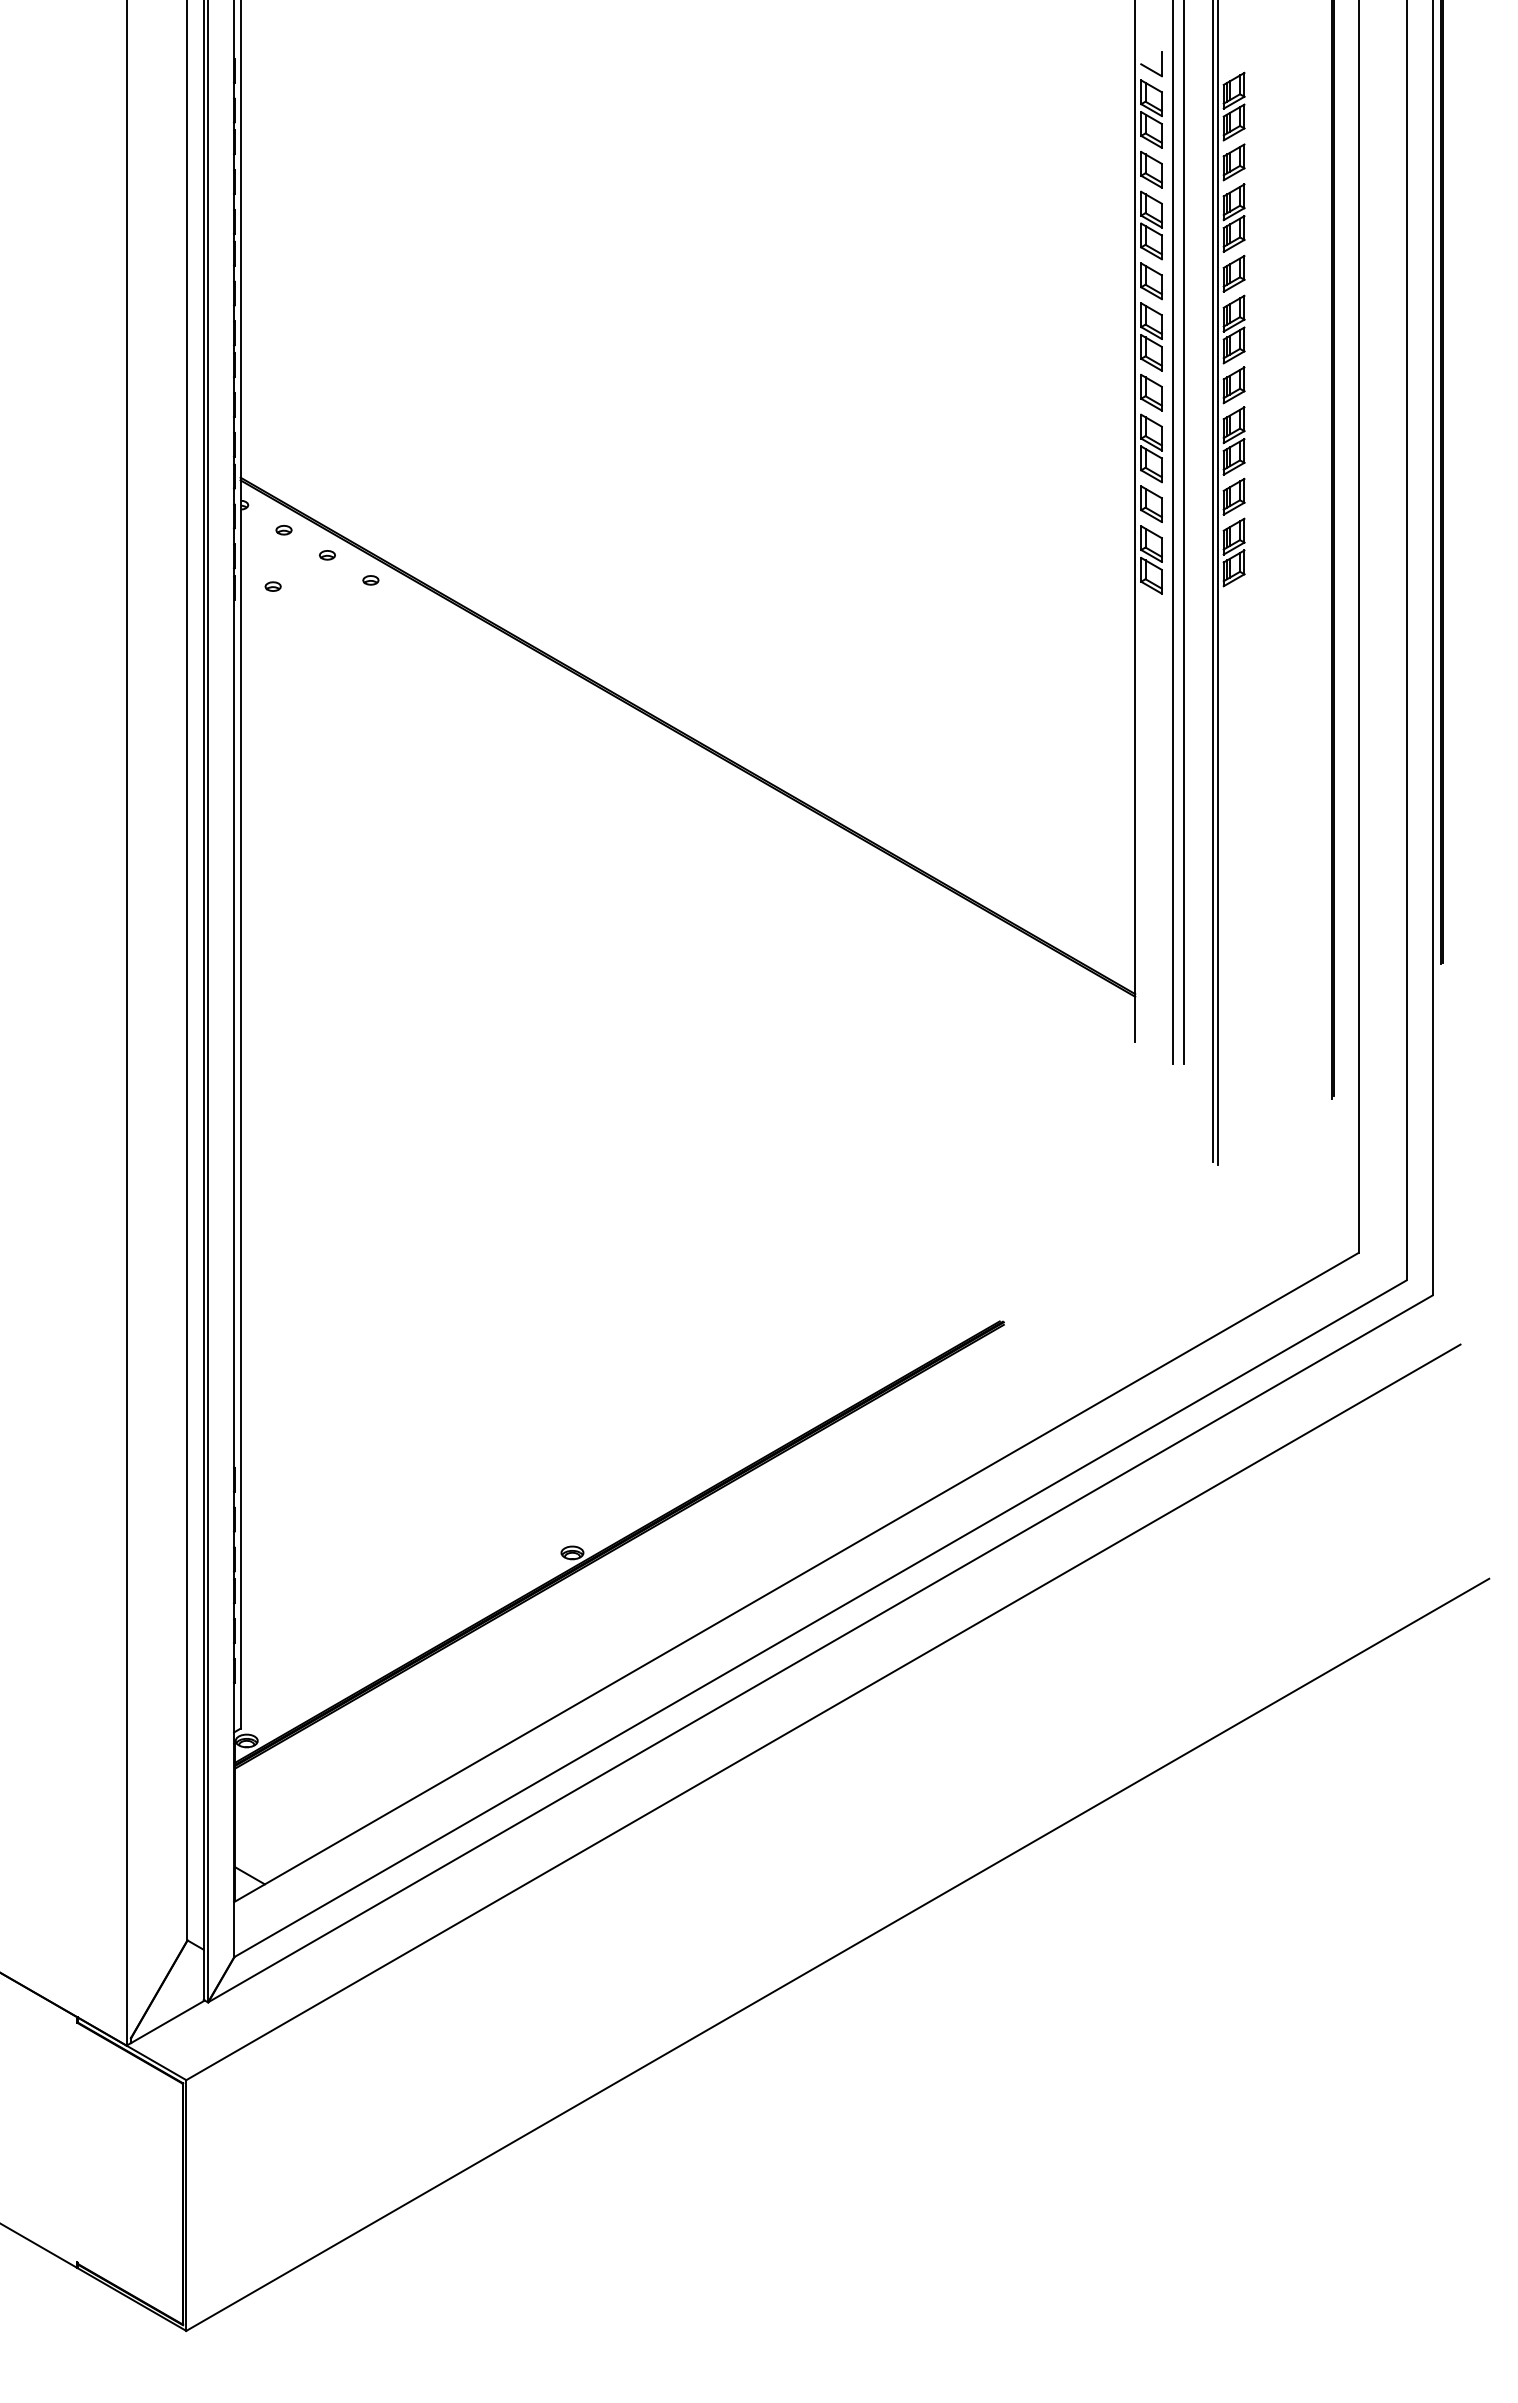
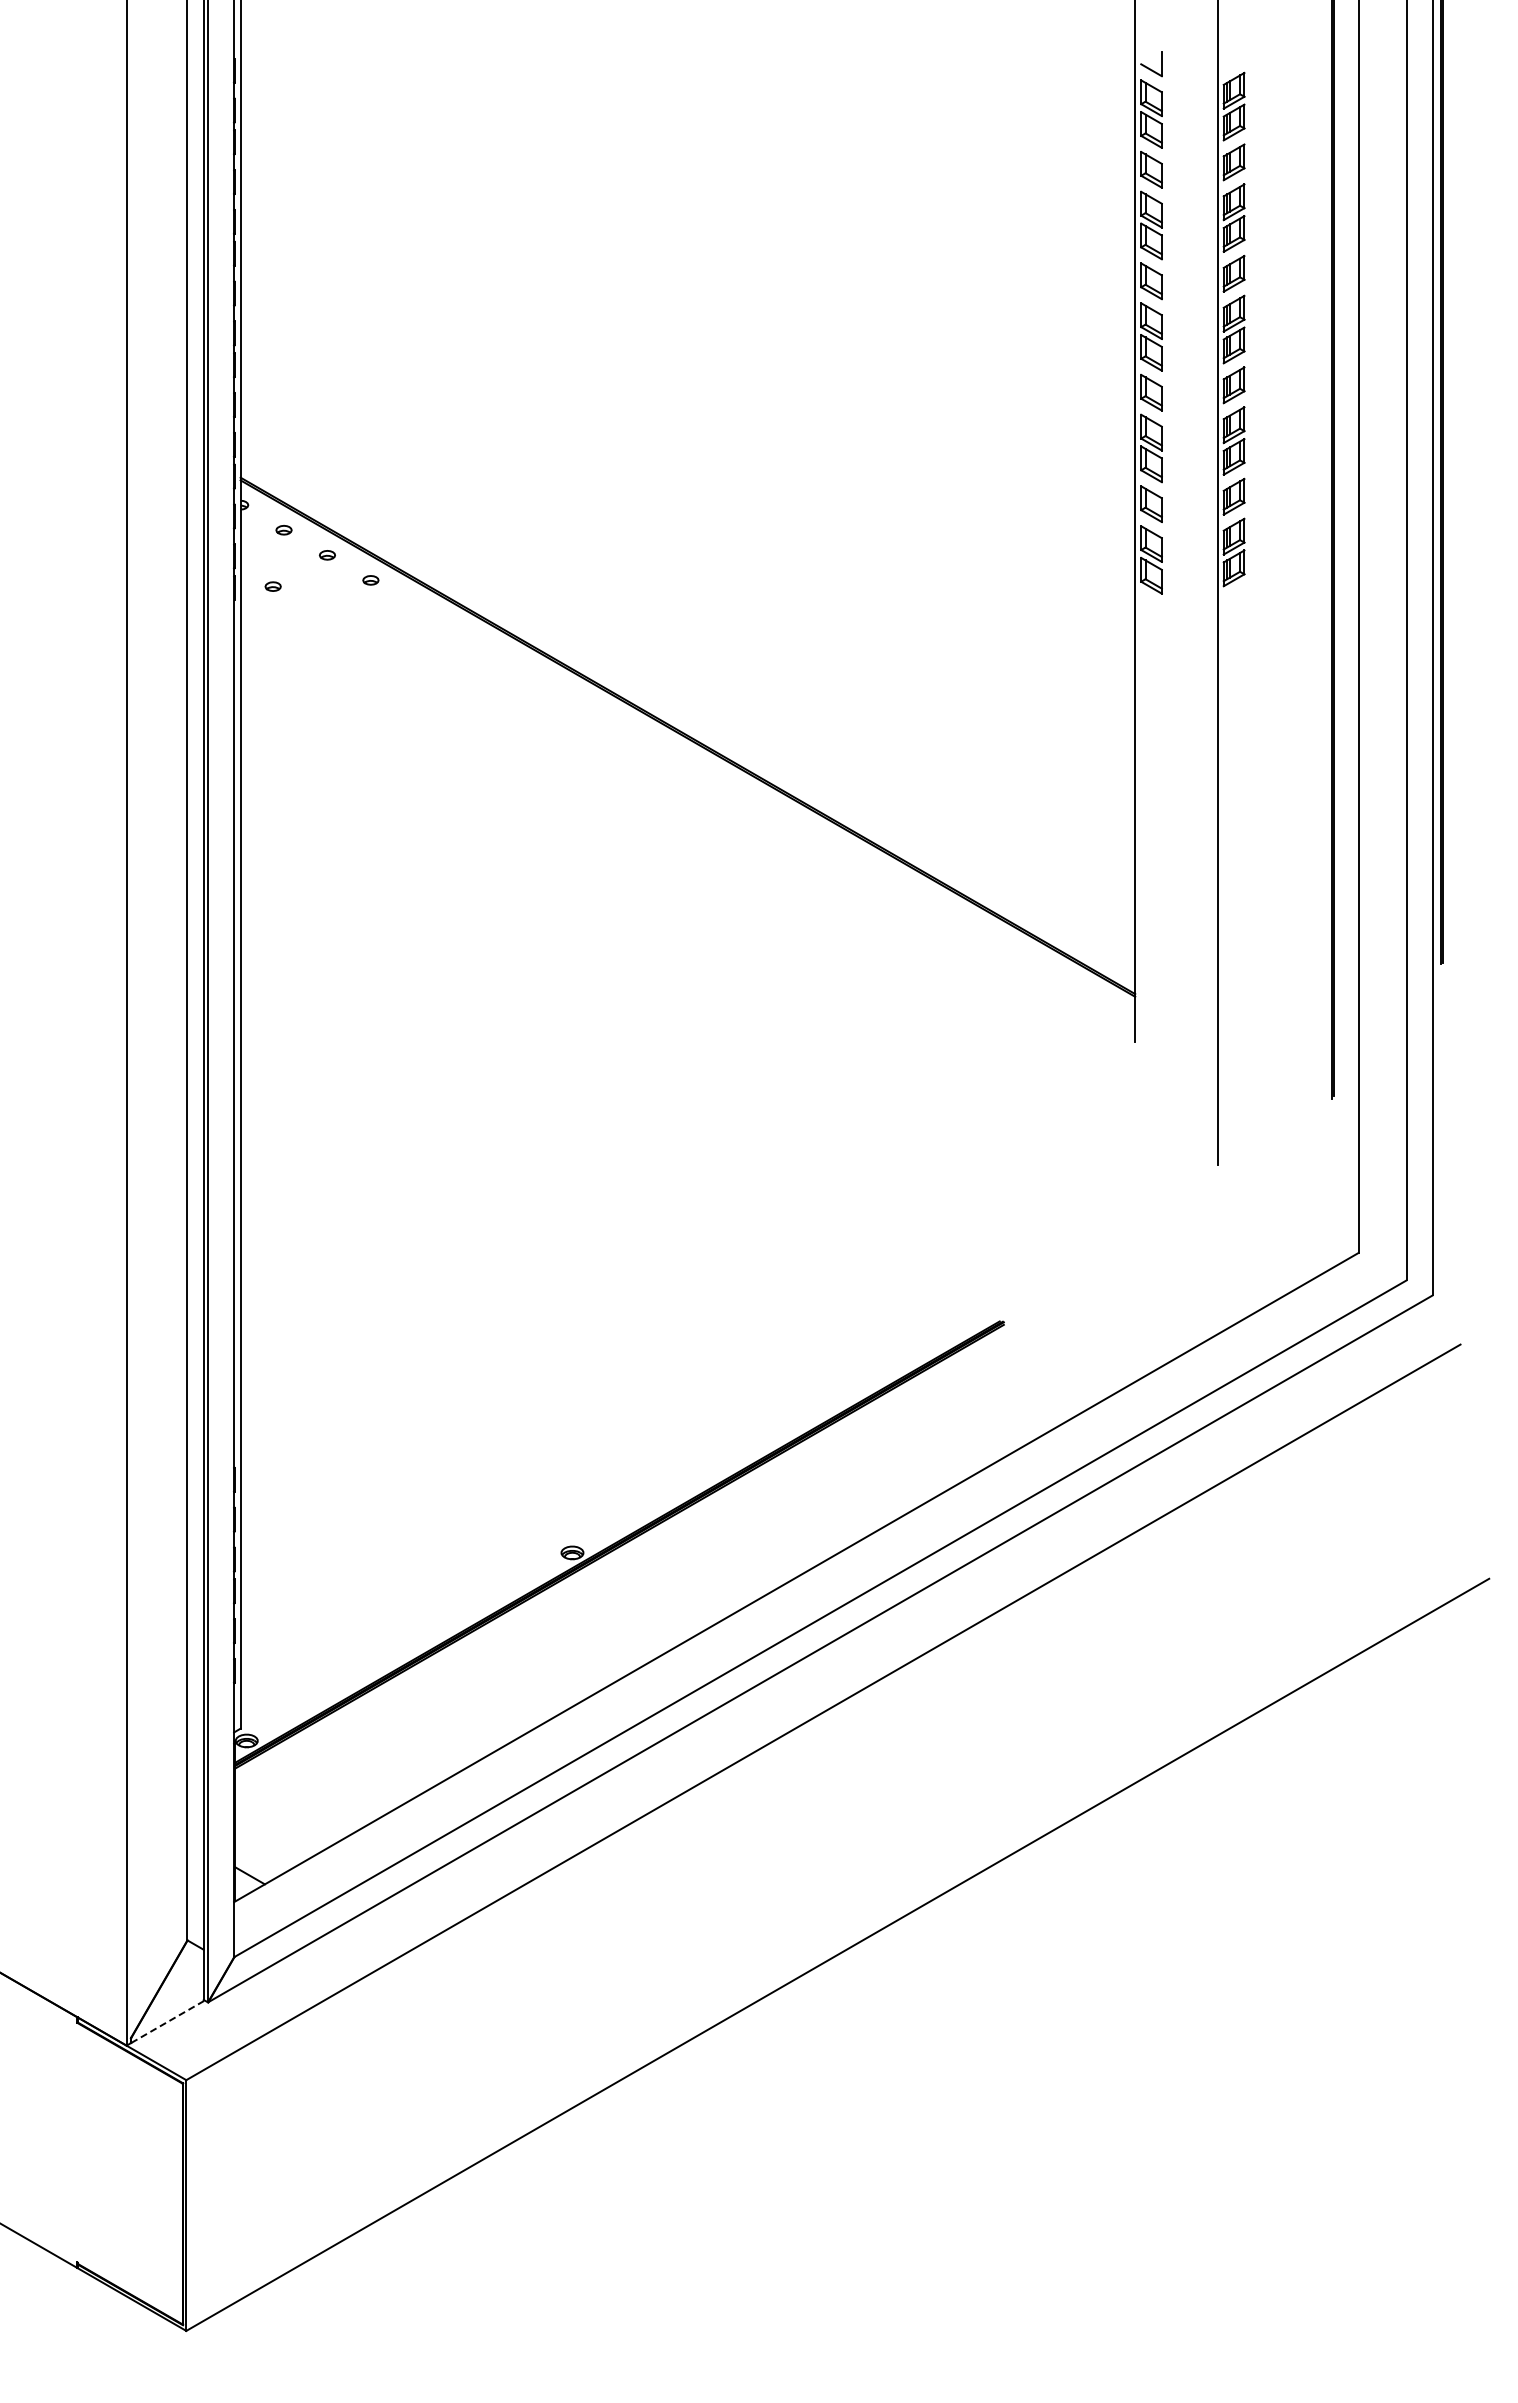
line at (1173, 532): present -> none
line at (1184, 532): present -> none
line at (1213, 582): present -> none
line at (168, 2021): solid -> dashed
